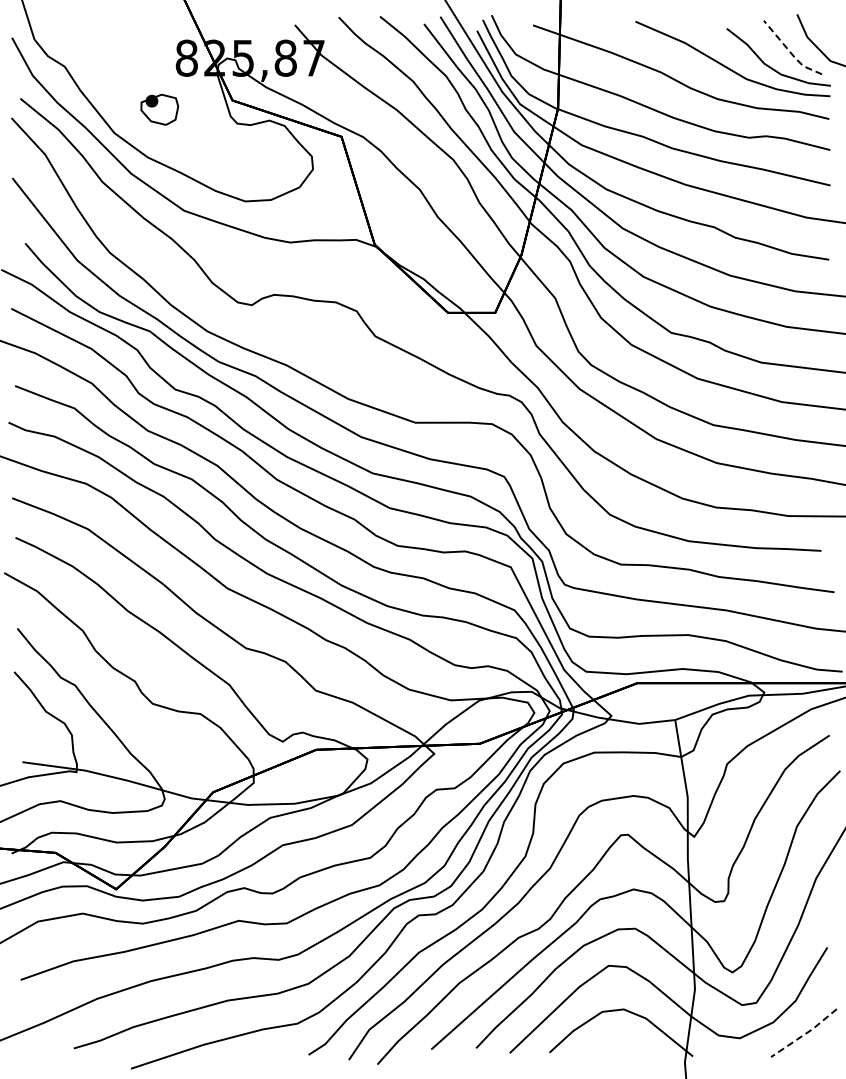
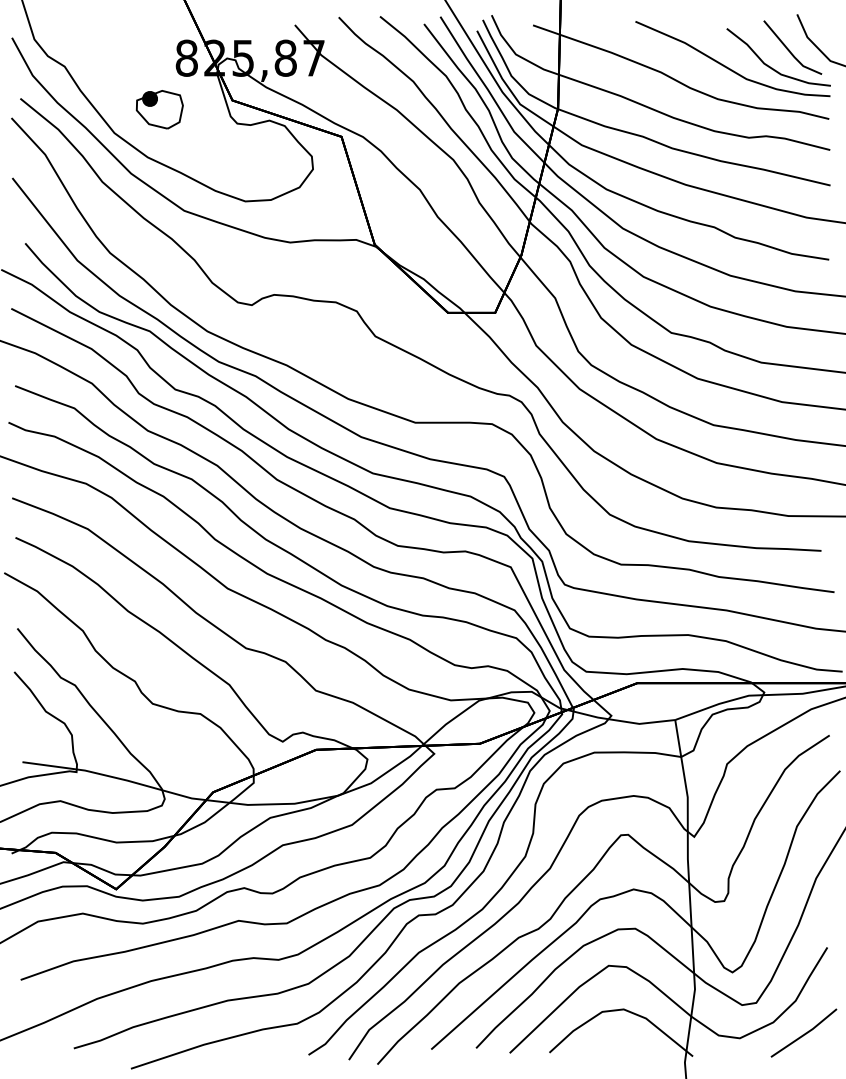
line at (790, 52): dashed -> solid
part at (159, 109) size: 40x33 px -> 49x40 px
line at (805, 1034): dashed -> solid
